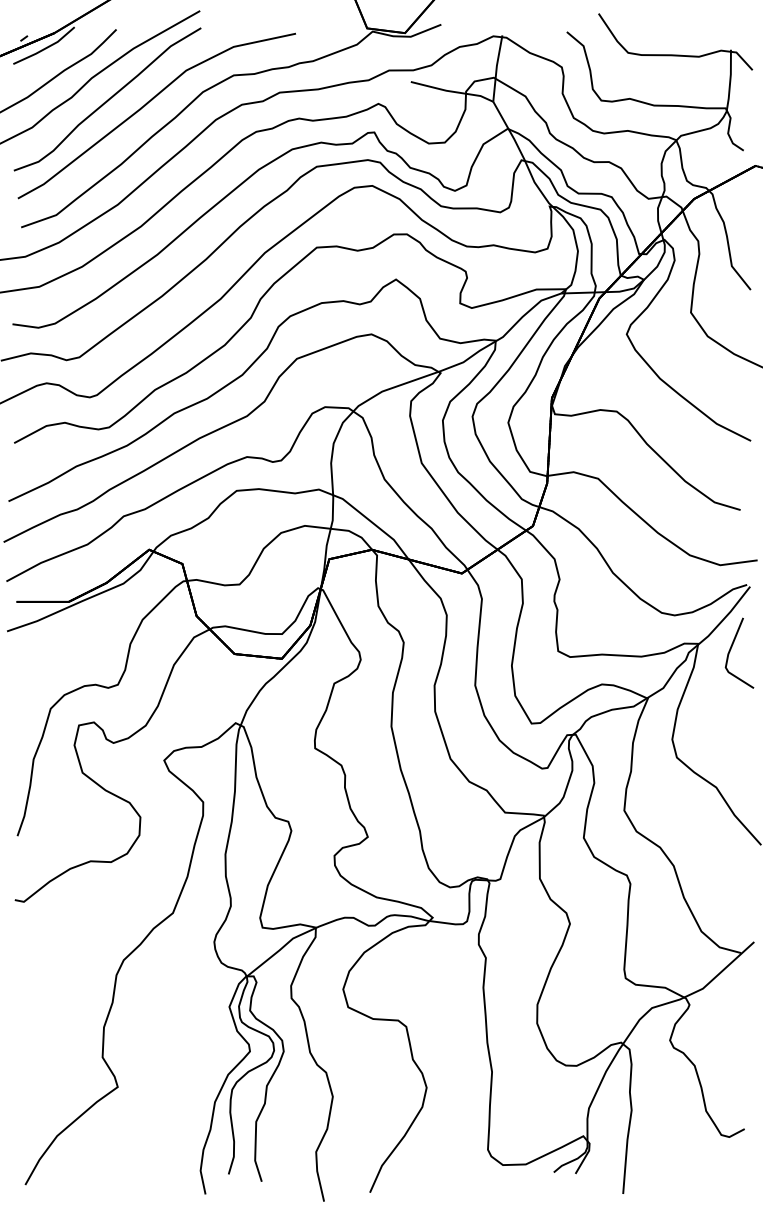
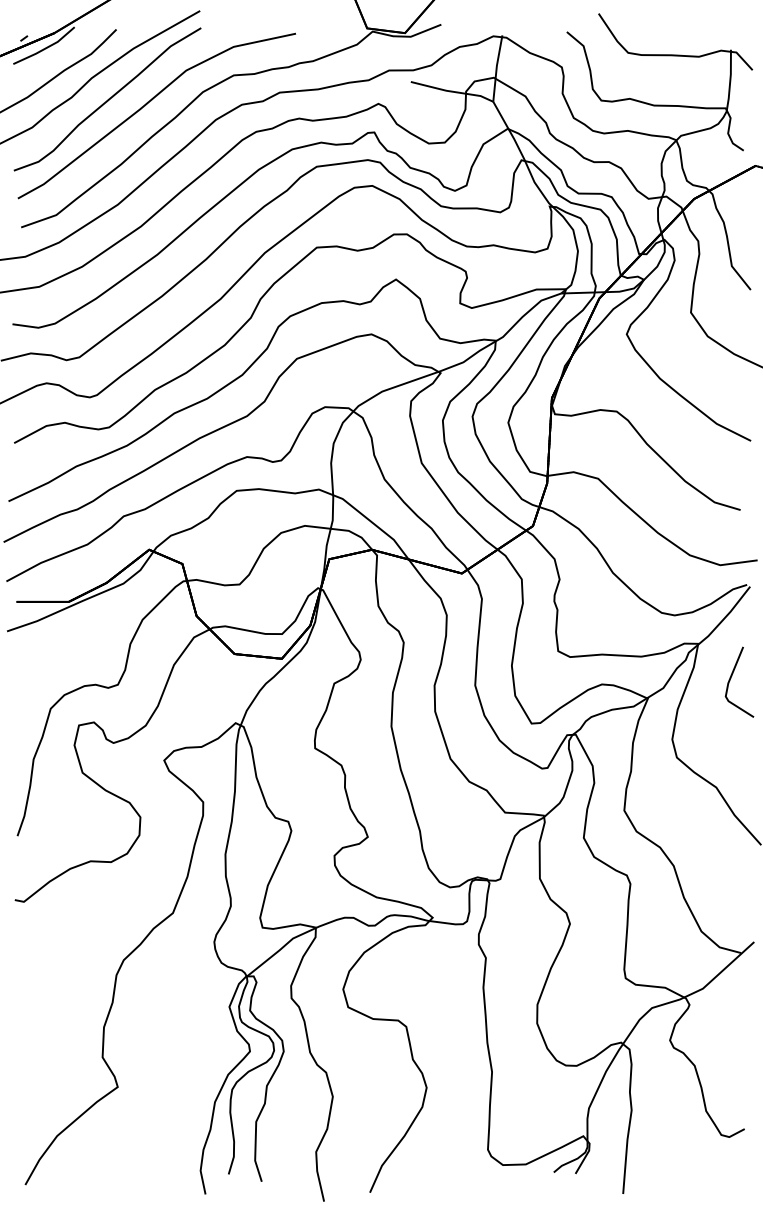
line at (731, 649) position: (731, 649) -> (731, 678)
